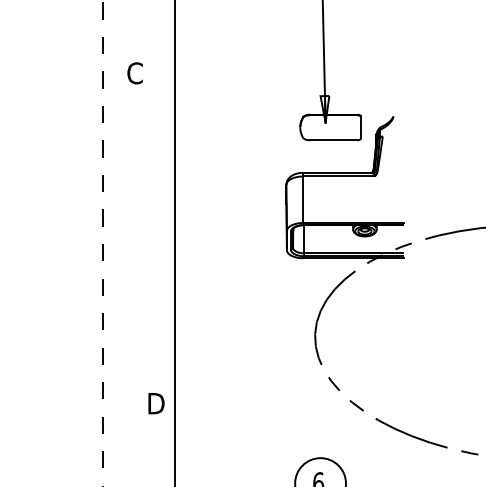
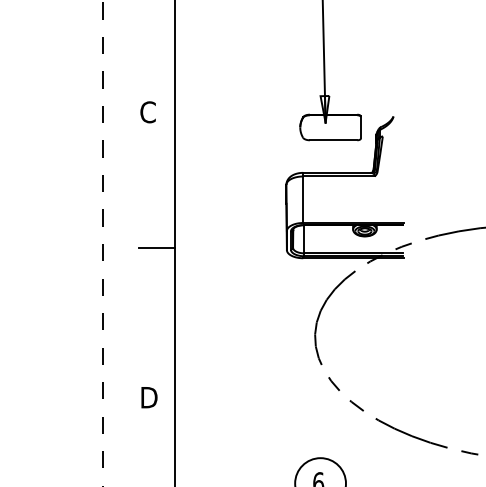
text at (134, 73) position: (134, 73) -> (147, 112)
line at (156, 247): none -> present
text at (156, 403) position: (156, 403) -> (149, 397)
